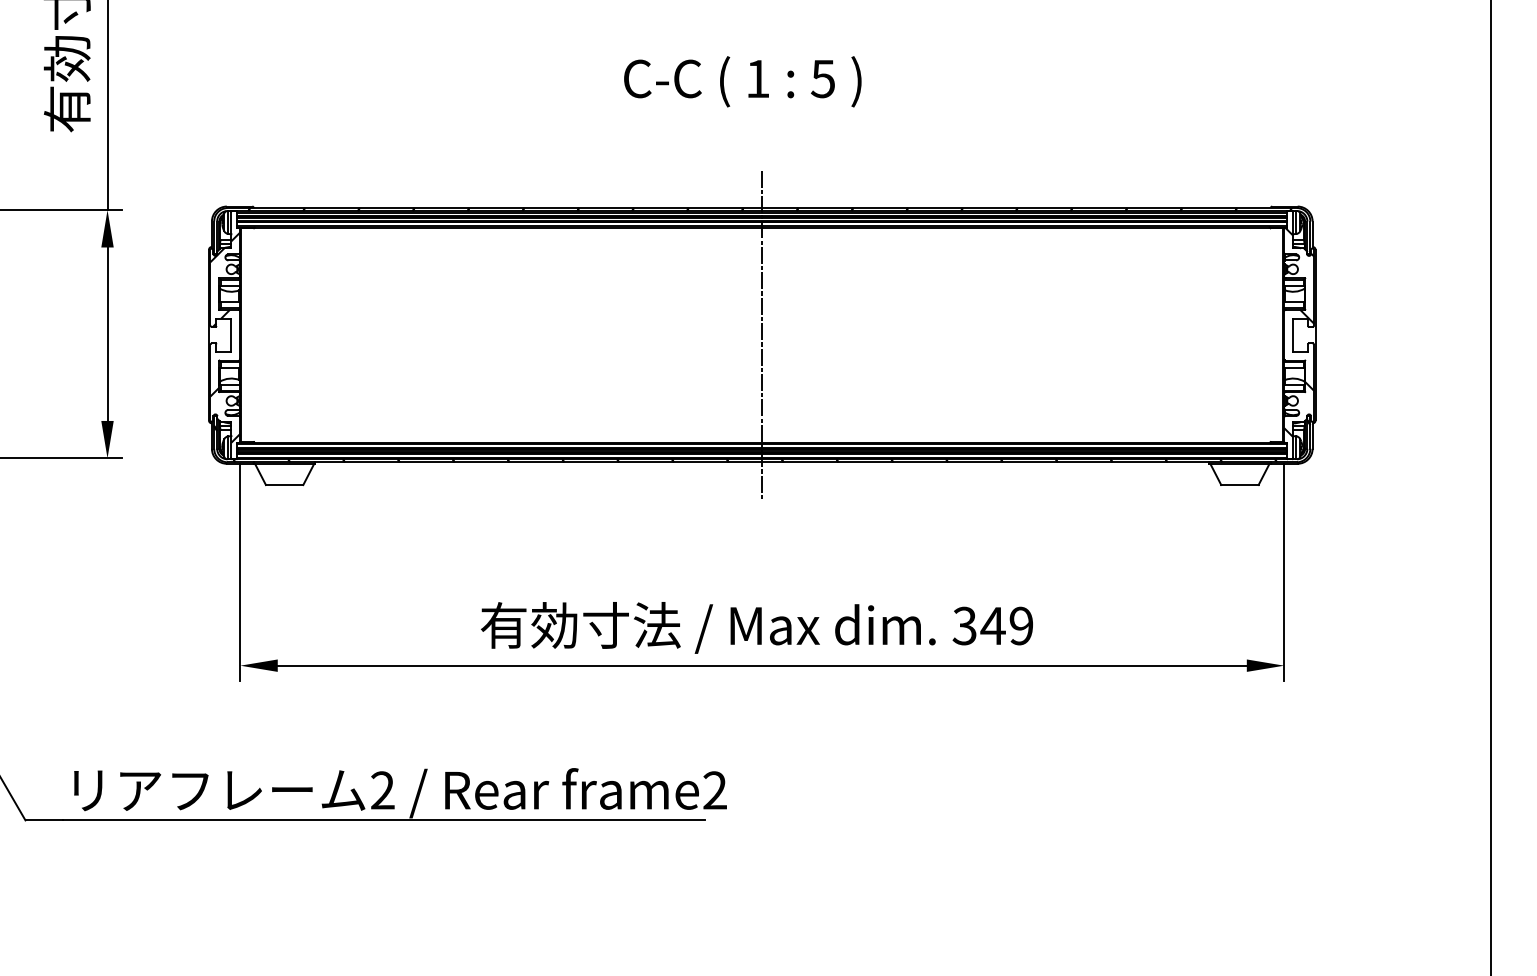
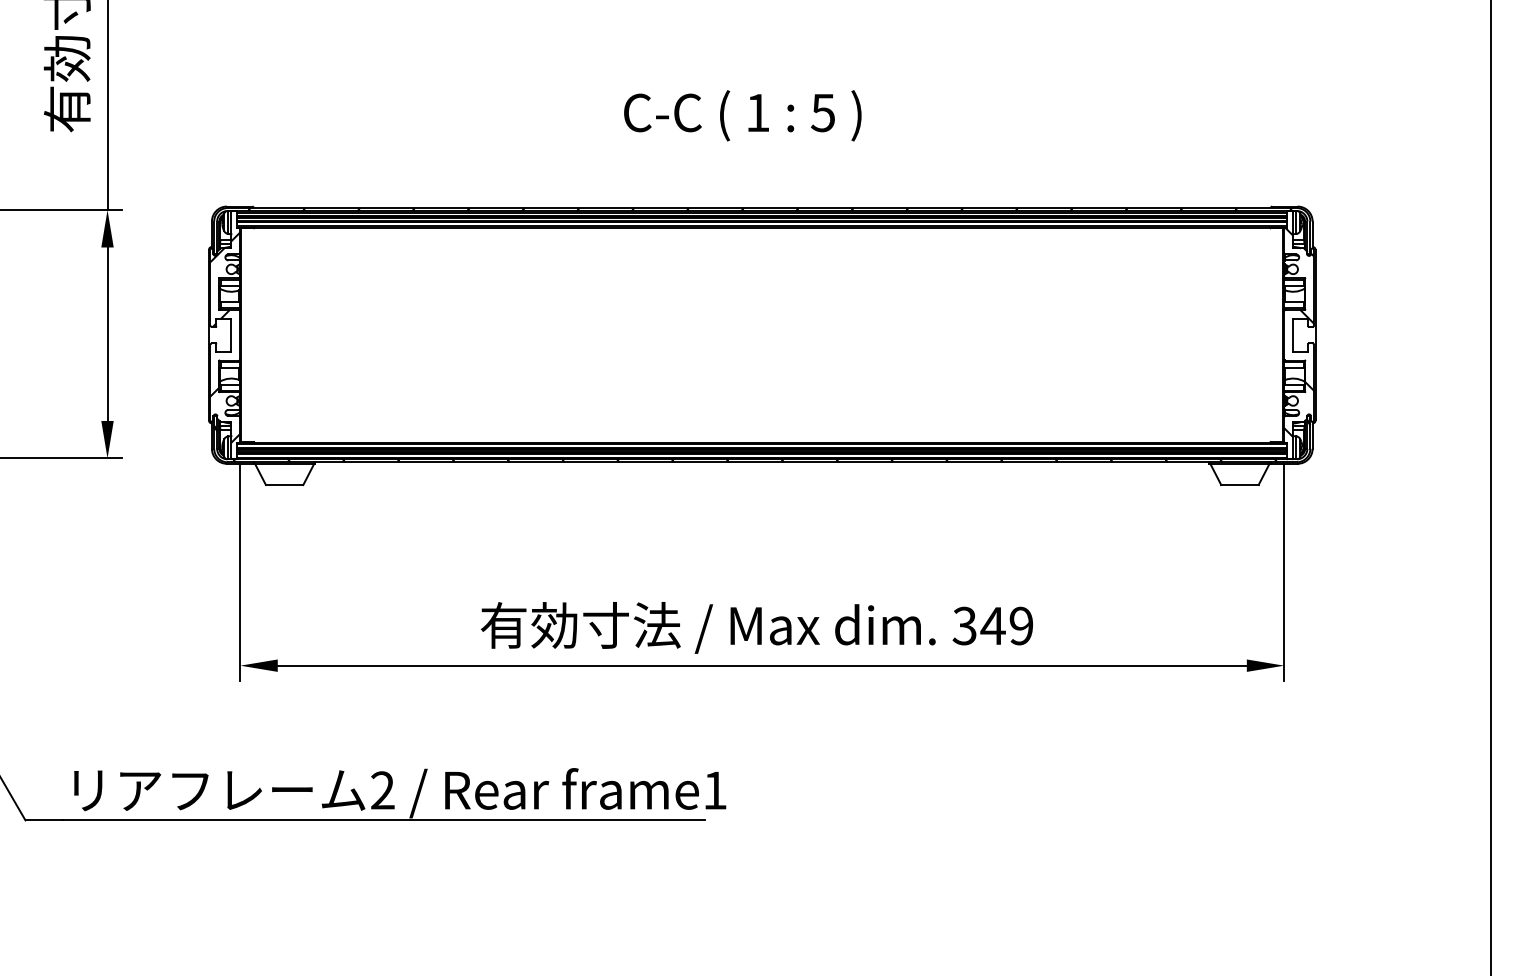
text at (742, 81) position: (742, 81) -> (742, 115)
line at (762, 334): present -> none
text at (714, 790): frame2 -> frame1
